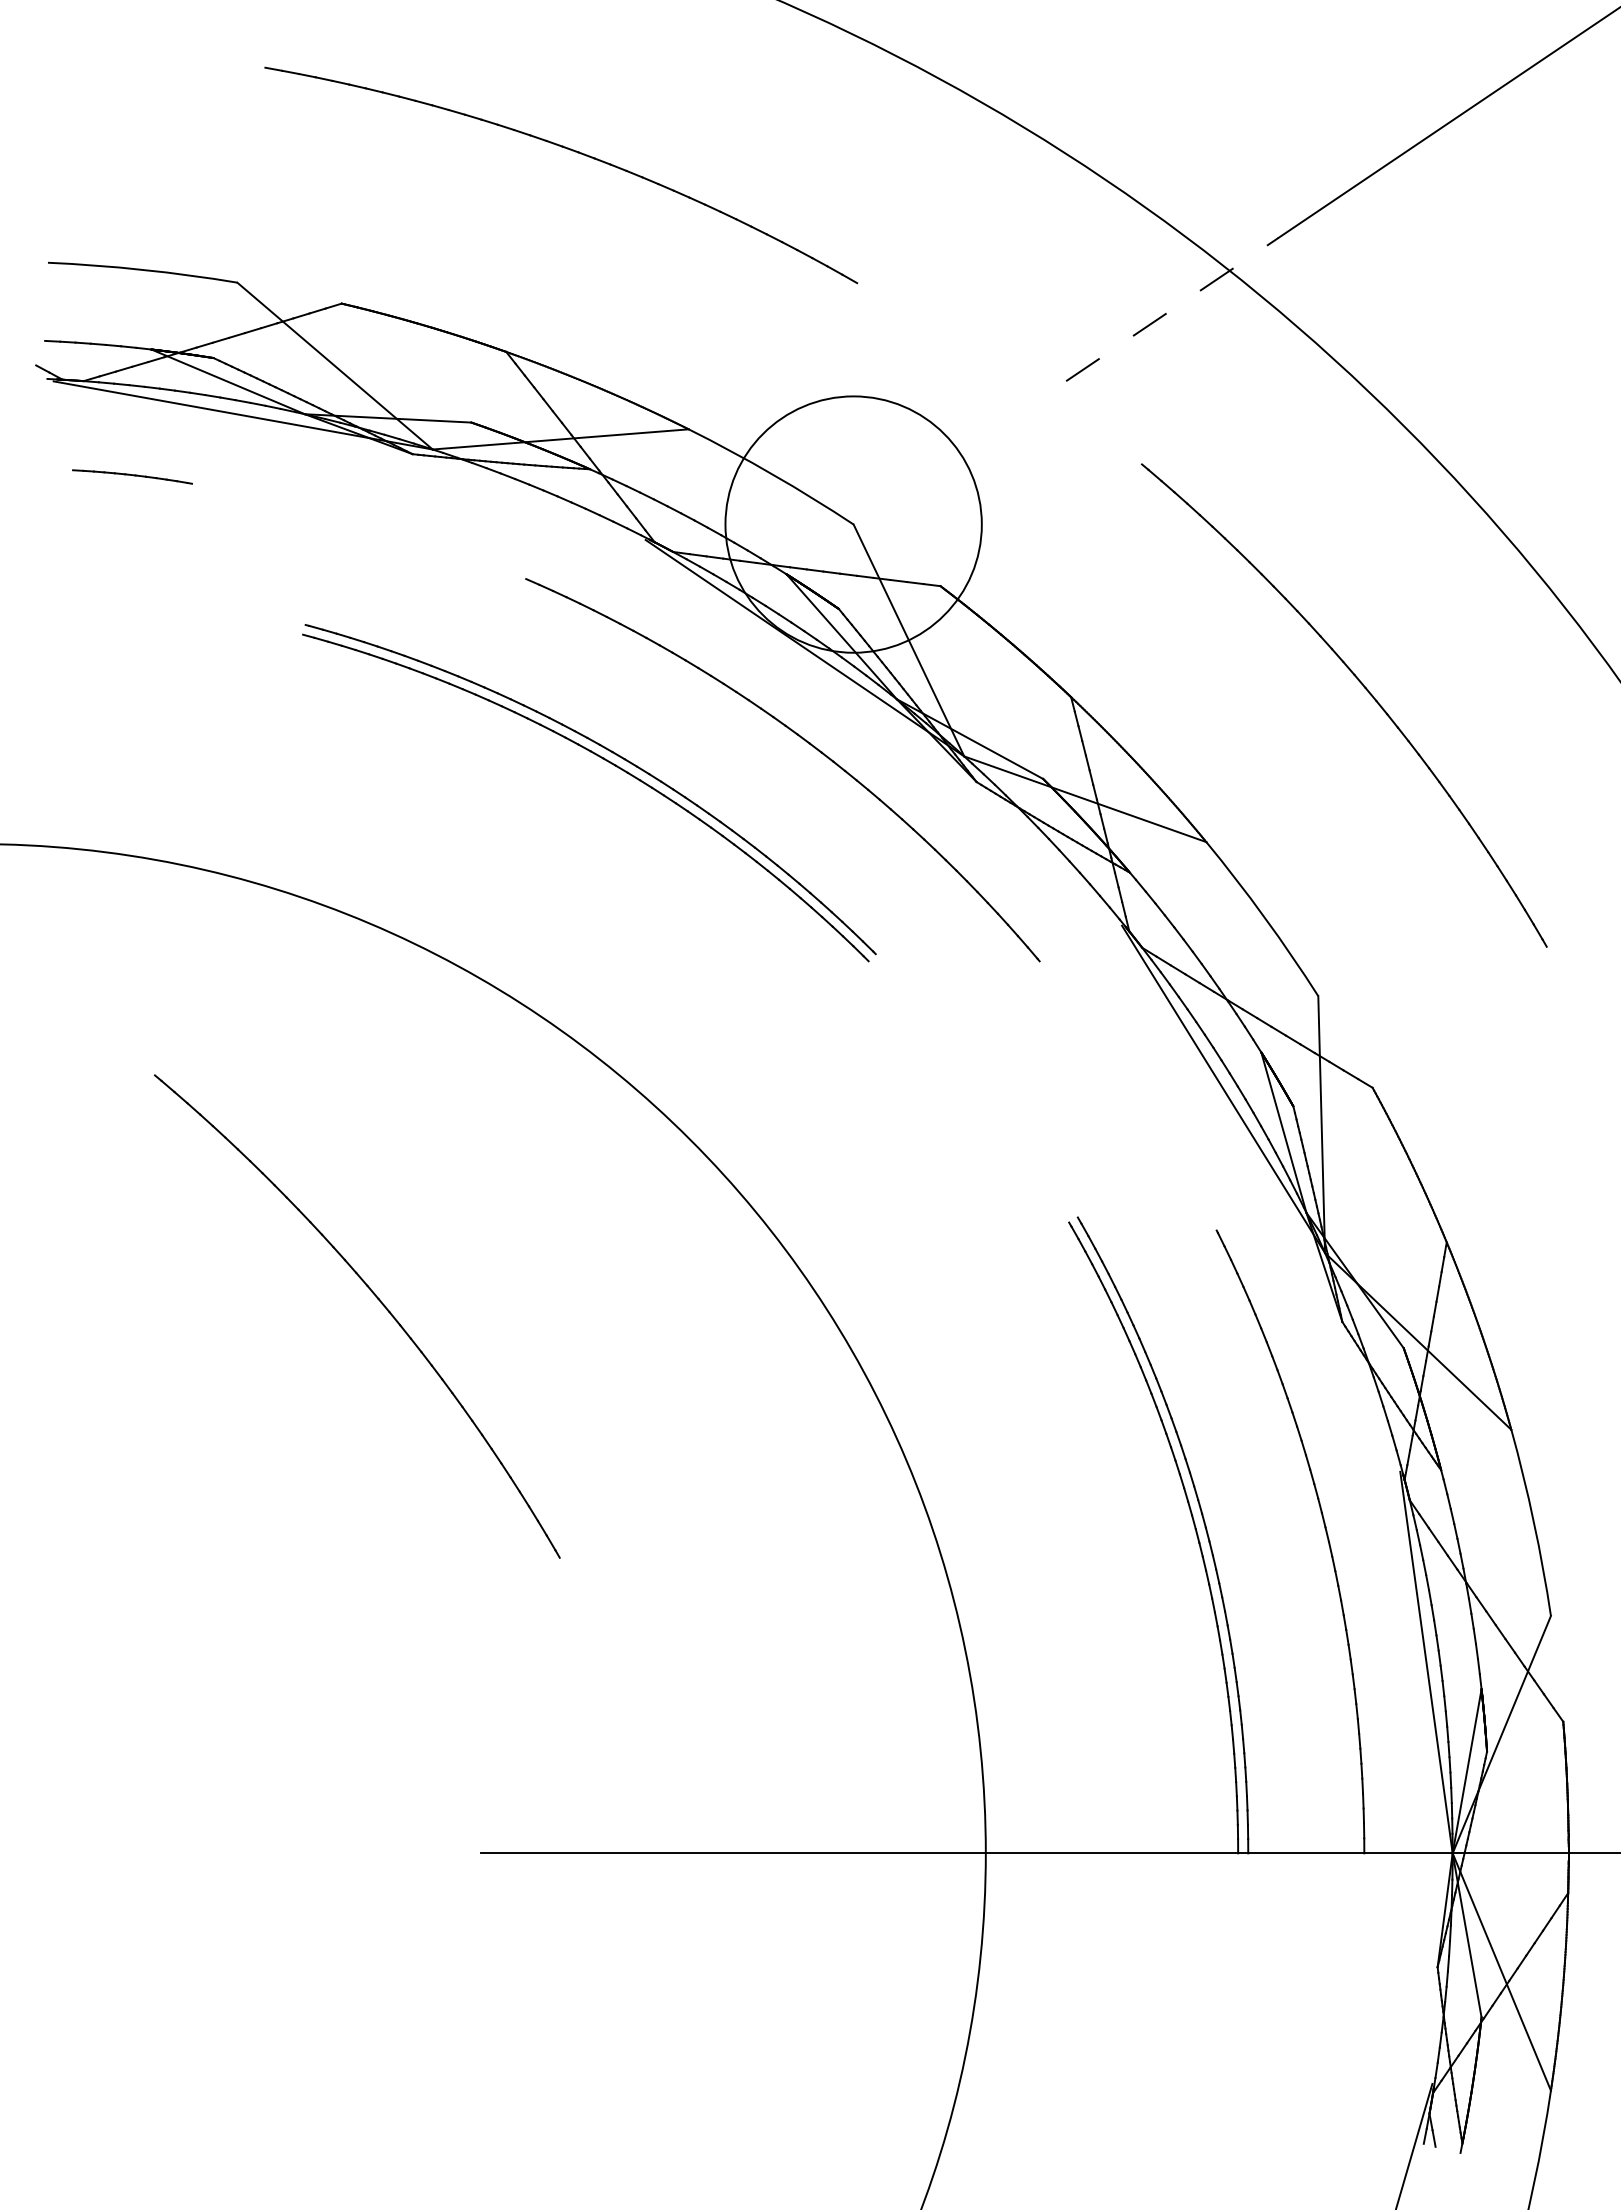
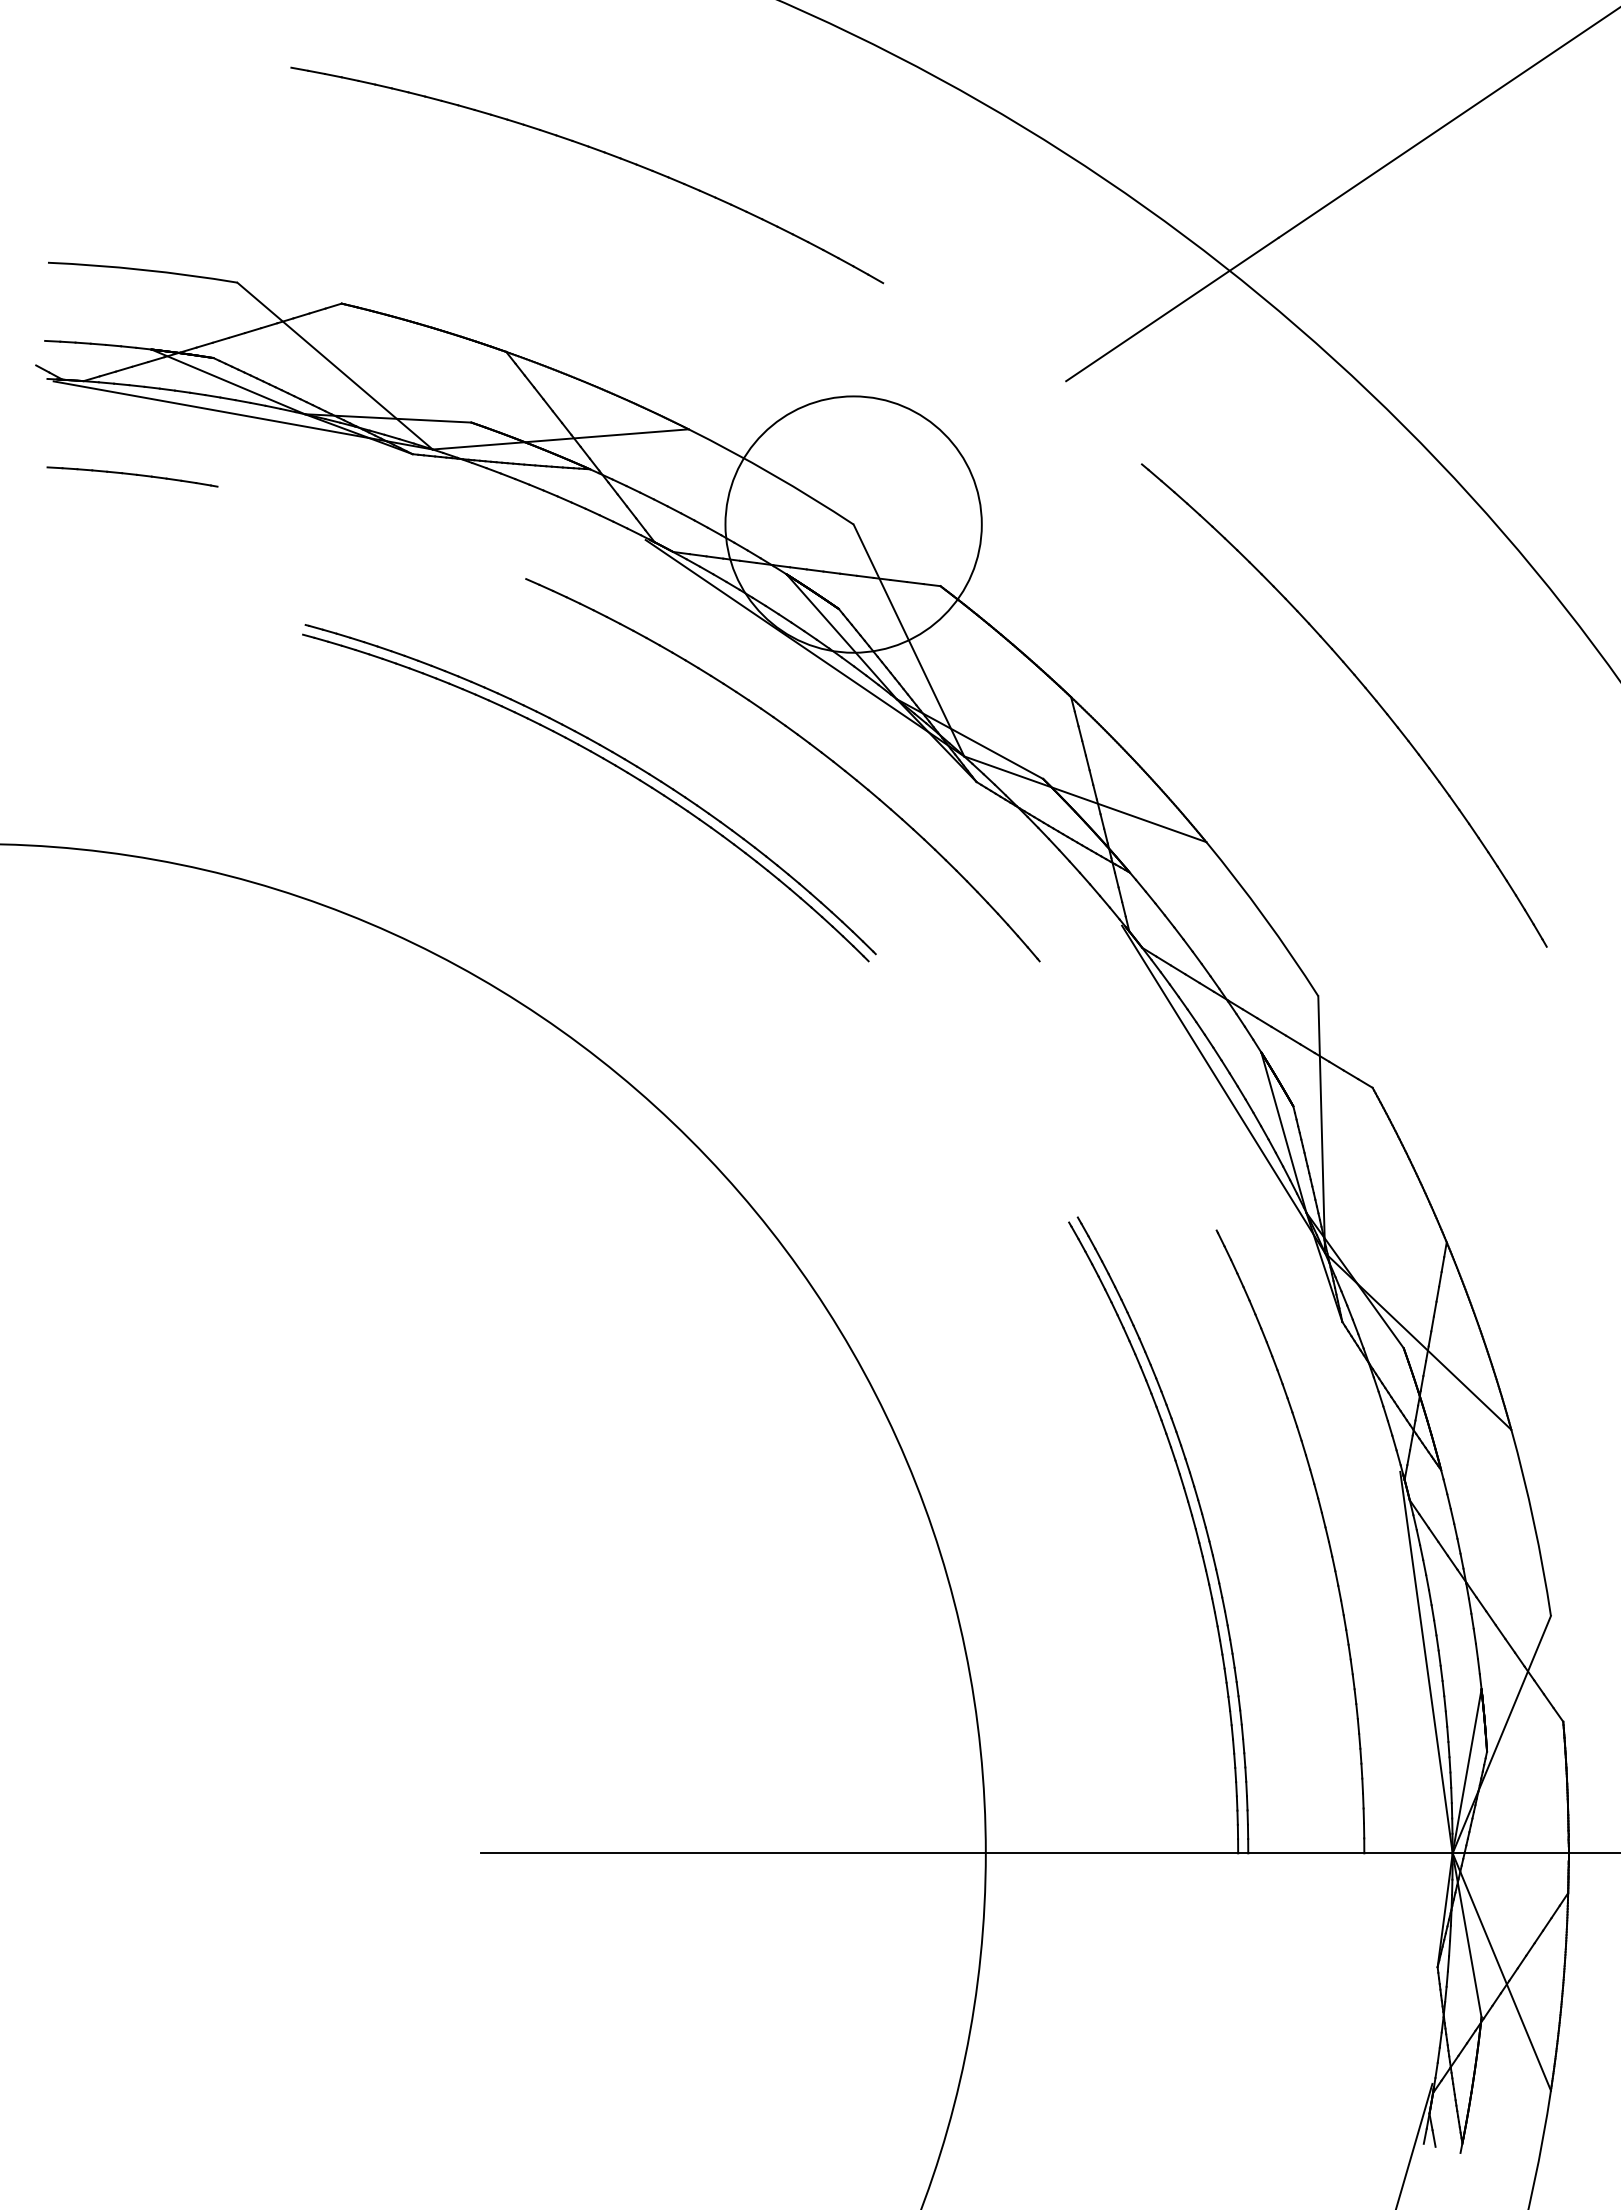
part at (569, 150) position: (569, 150) -> (595, 150)
line at (1172, 309): dashed -> solid
part at (132, 476) size: 121x16 px -> 173x22 px
part at (376, 1298): present -> none
